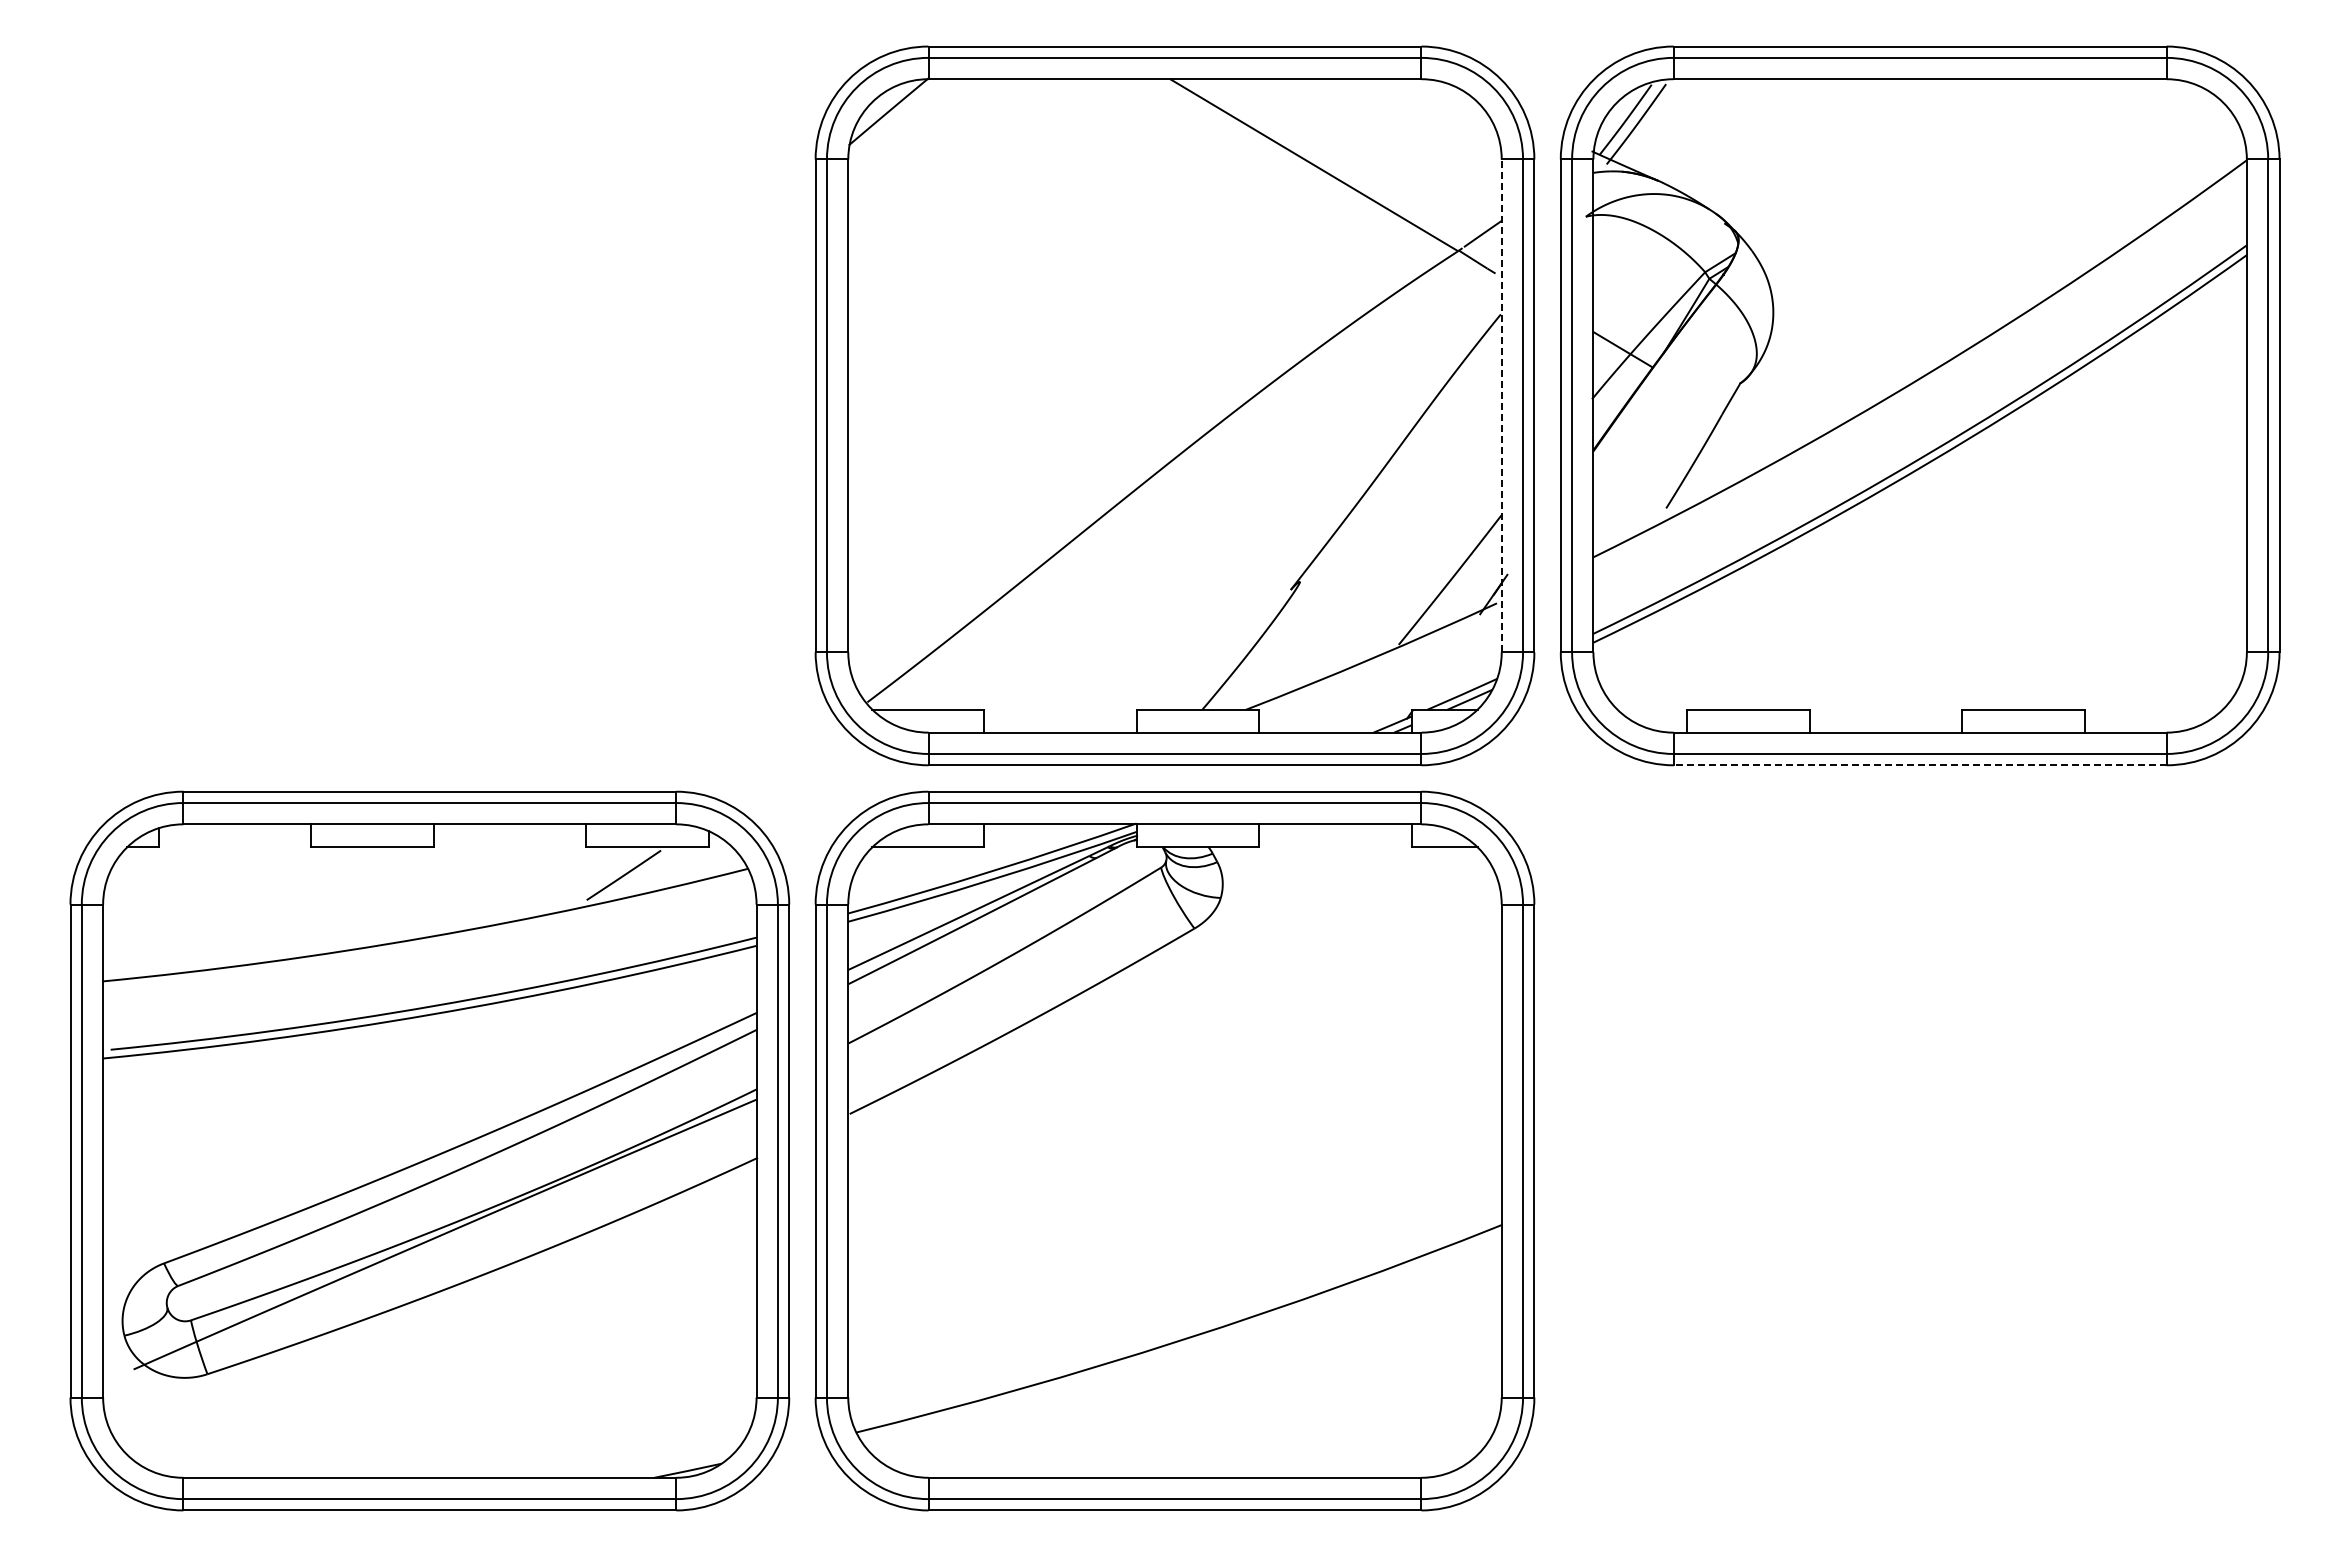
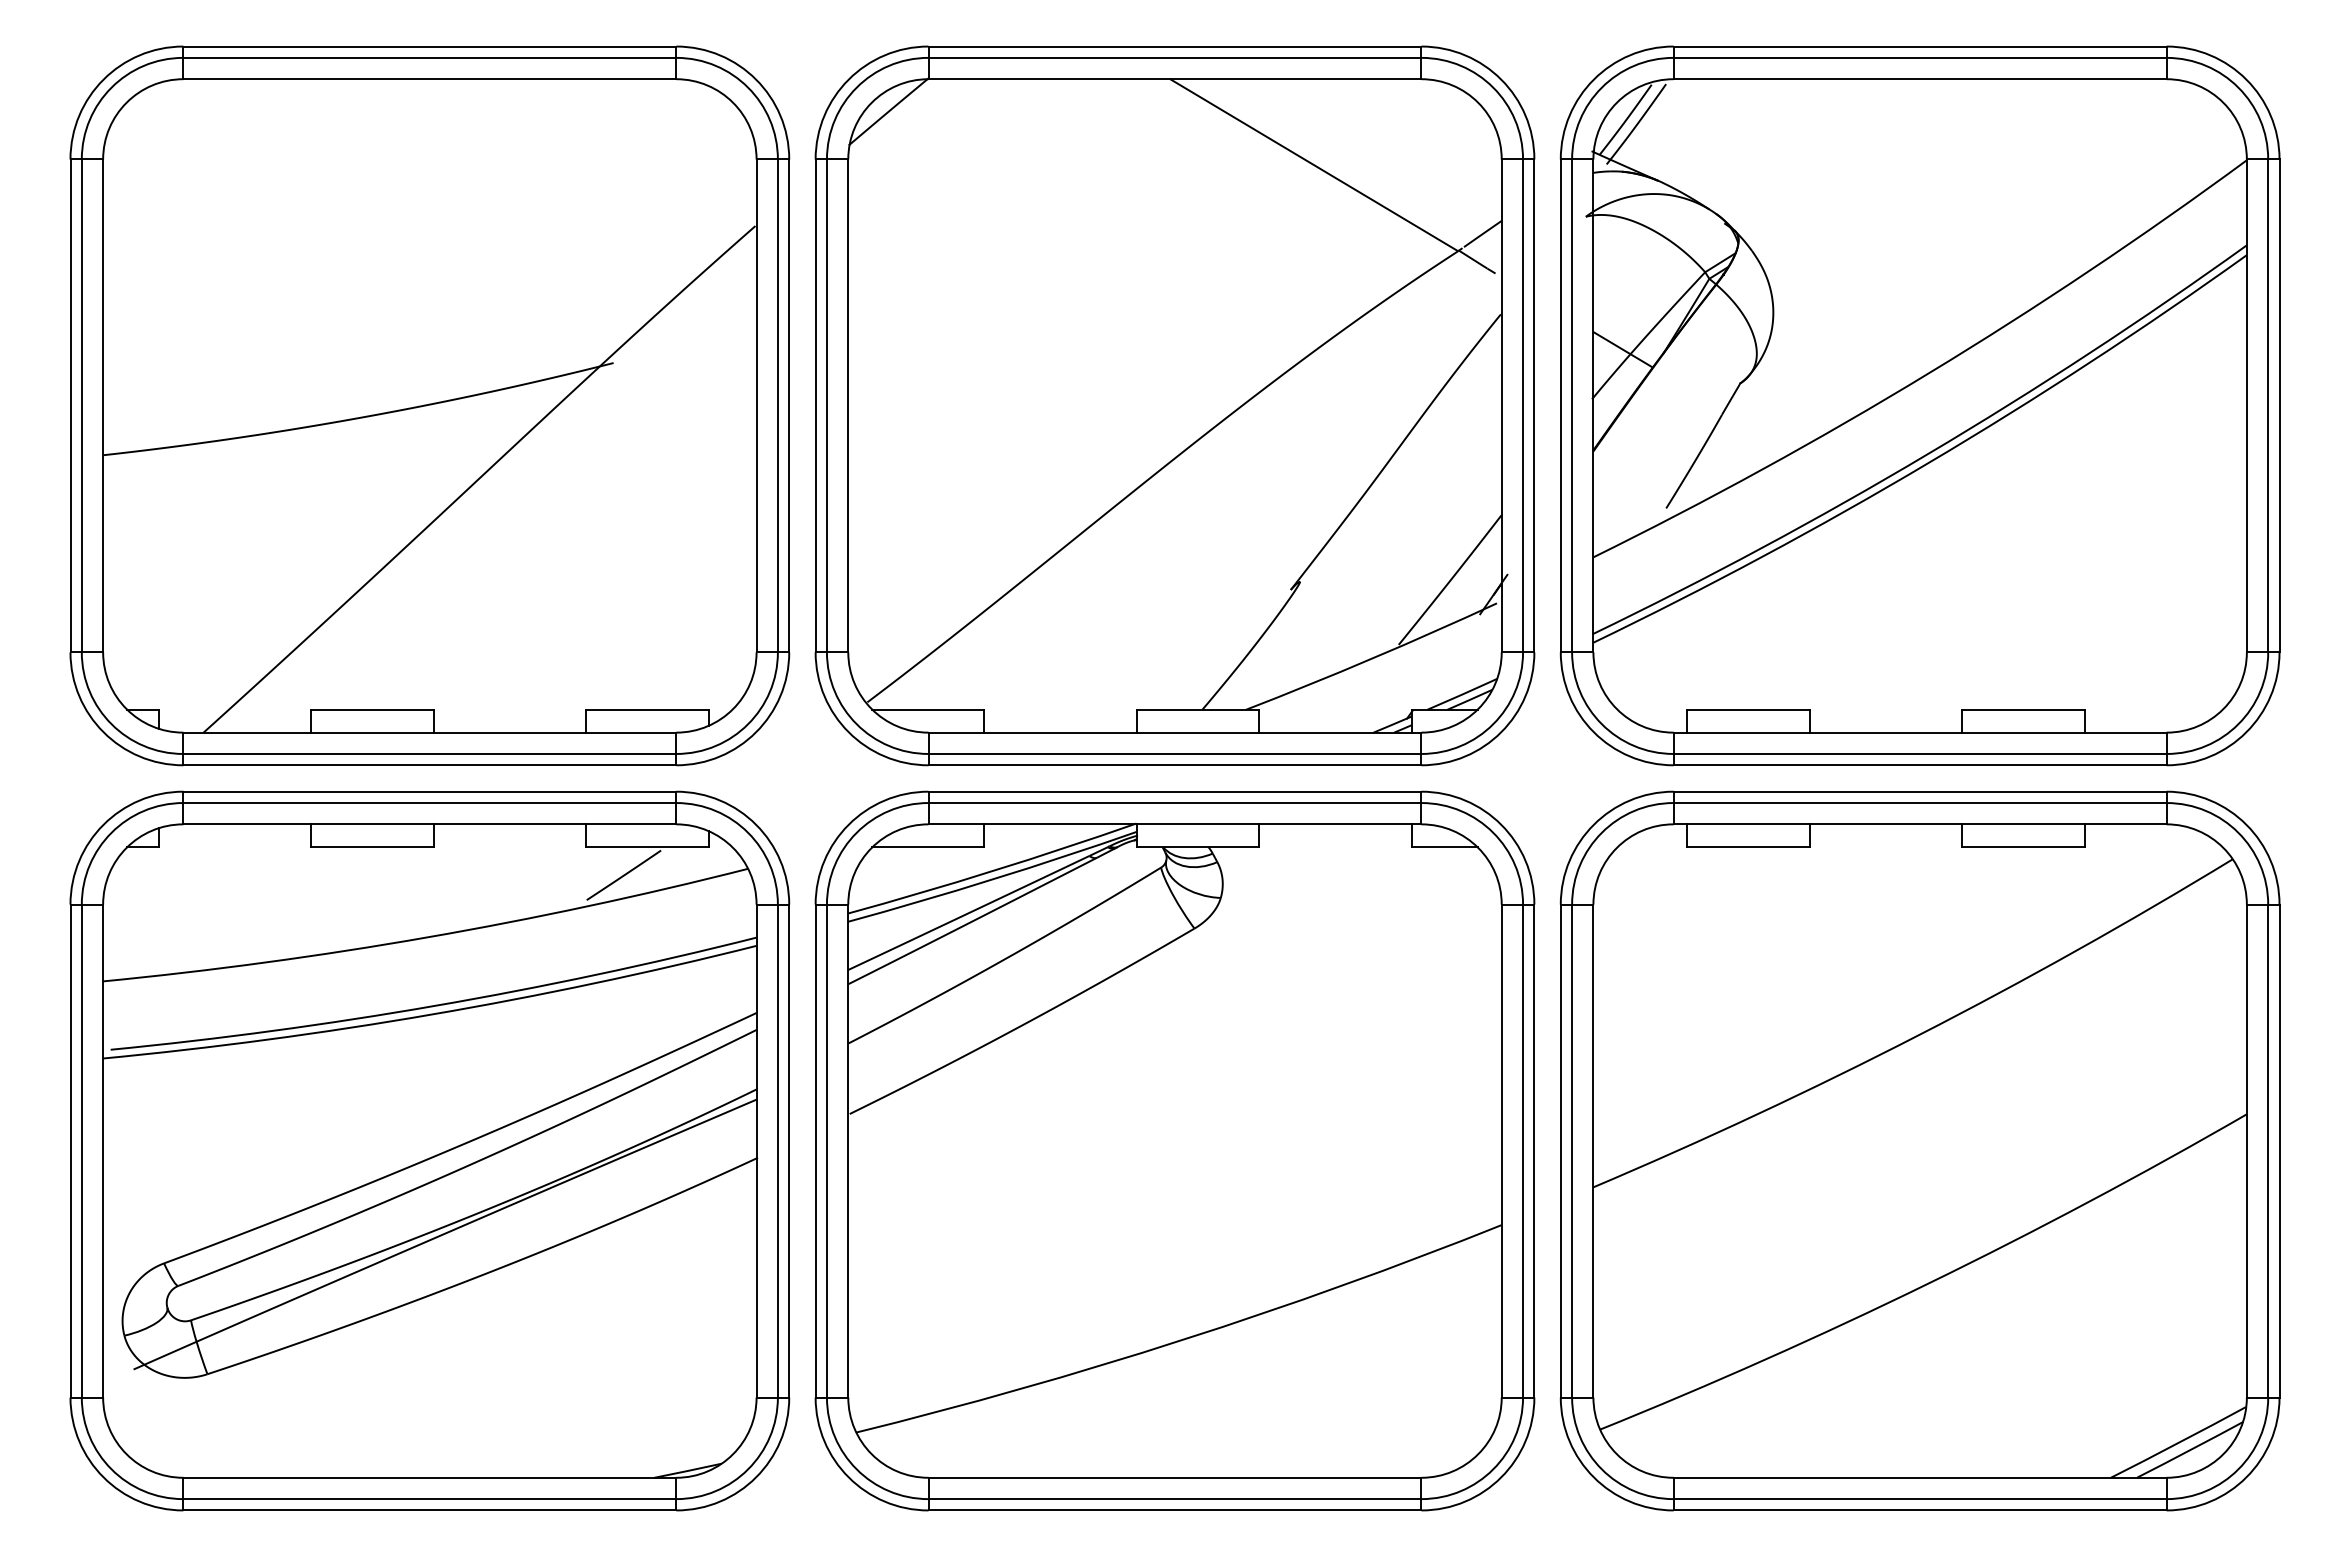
part at (429, 405): none -> present
line at (1501, 405): dashed -> solid
line at (1919, 765): dashed -> solid
part at (1919, 1150): none -> present
